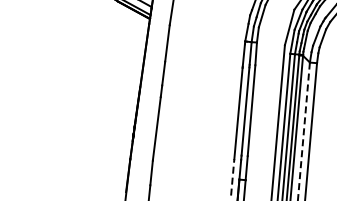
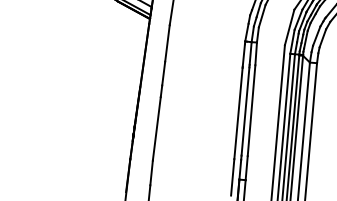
line at (303, 131): dashed -> solid
line at (232, 176): dashed -> solid
